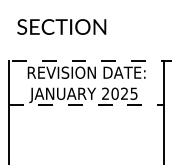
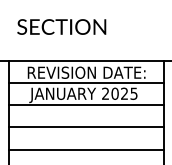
line at (86, 60): dashed -> solid
line at (85, 82): none -> present
line at (86, 105): dashed -> solid
line at (85, 127): none -> present
line at (85, 149): none -> present
